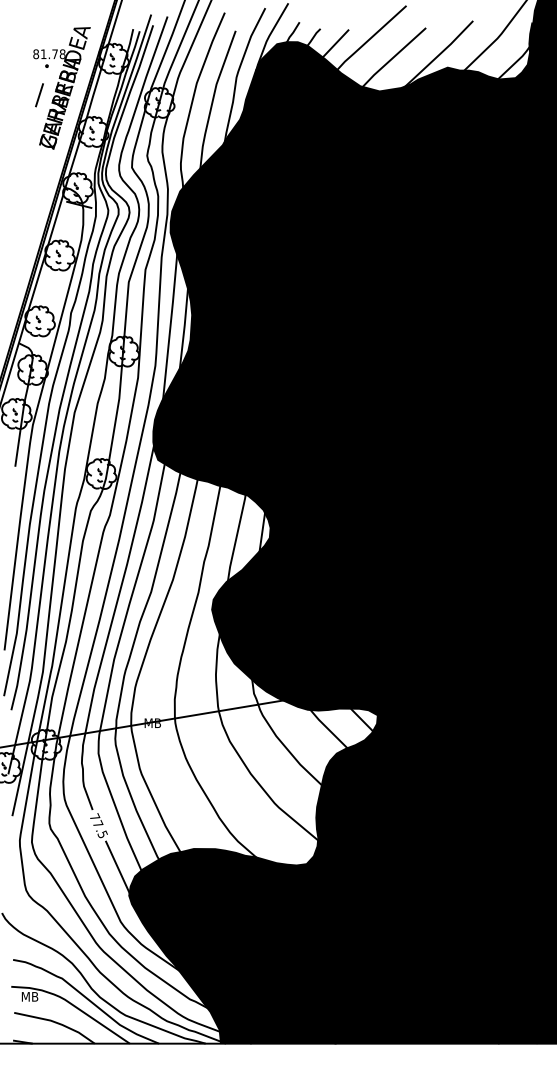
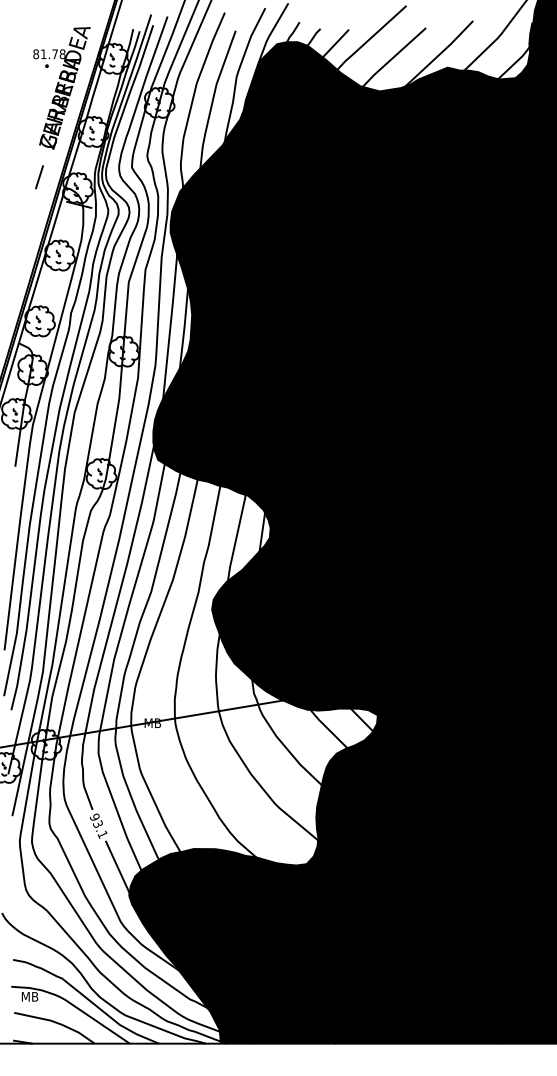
line at (39, 95) position: (39, 95) -> (39, 177)
text at (98, 825): 77.5 -> 93.1
